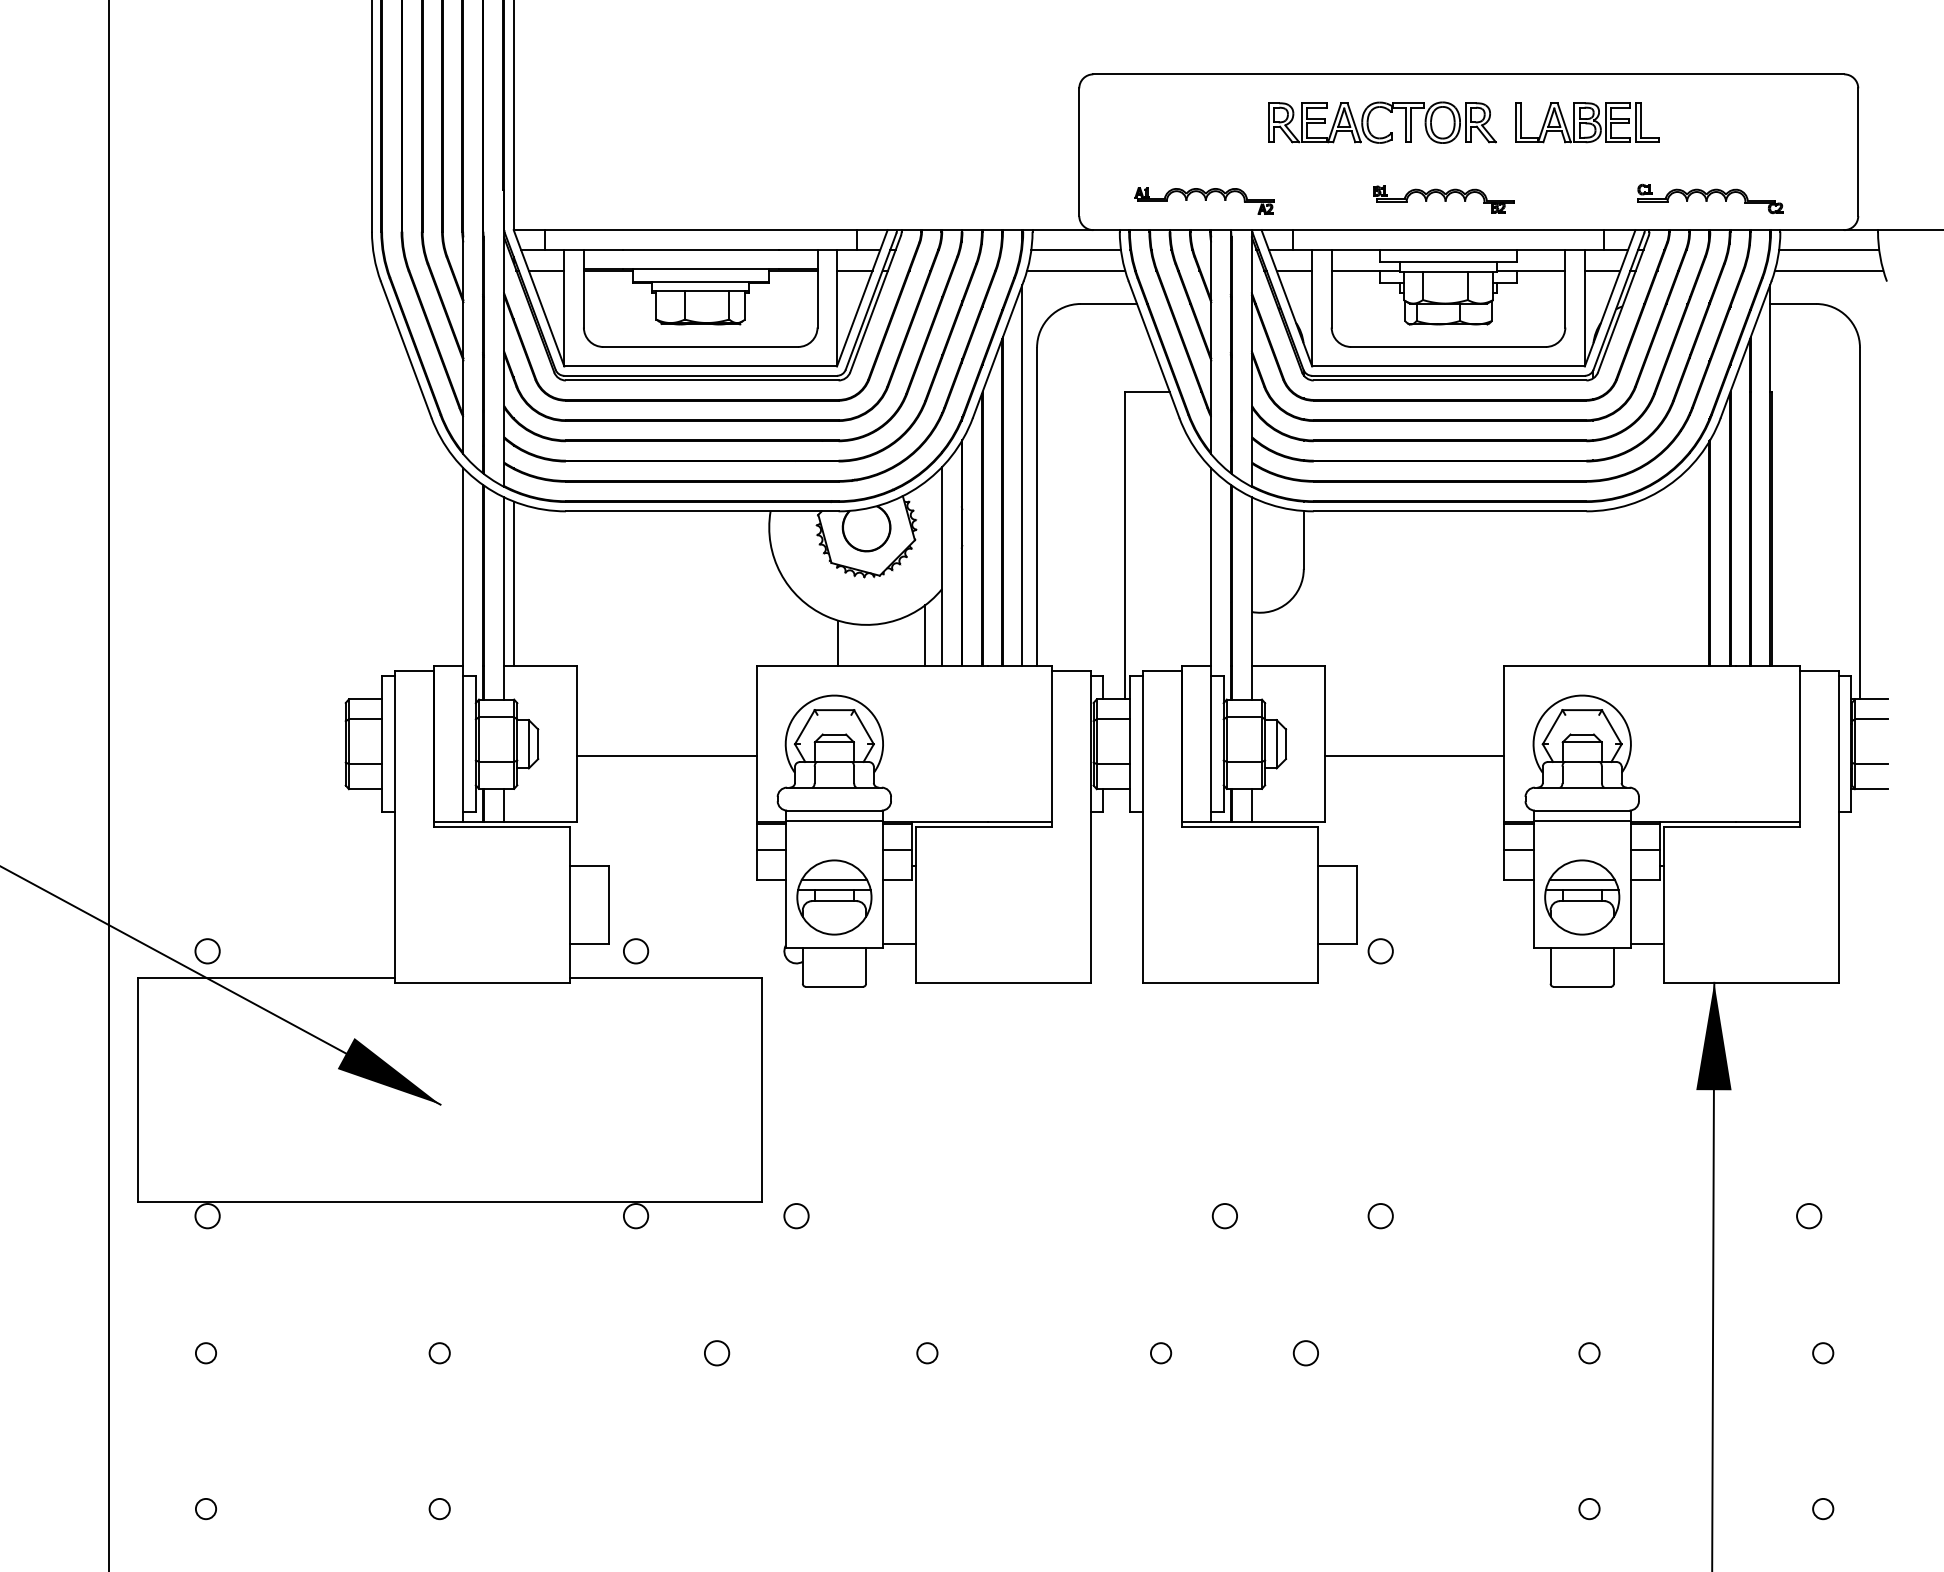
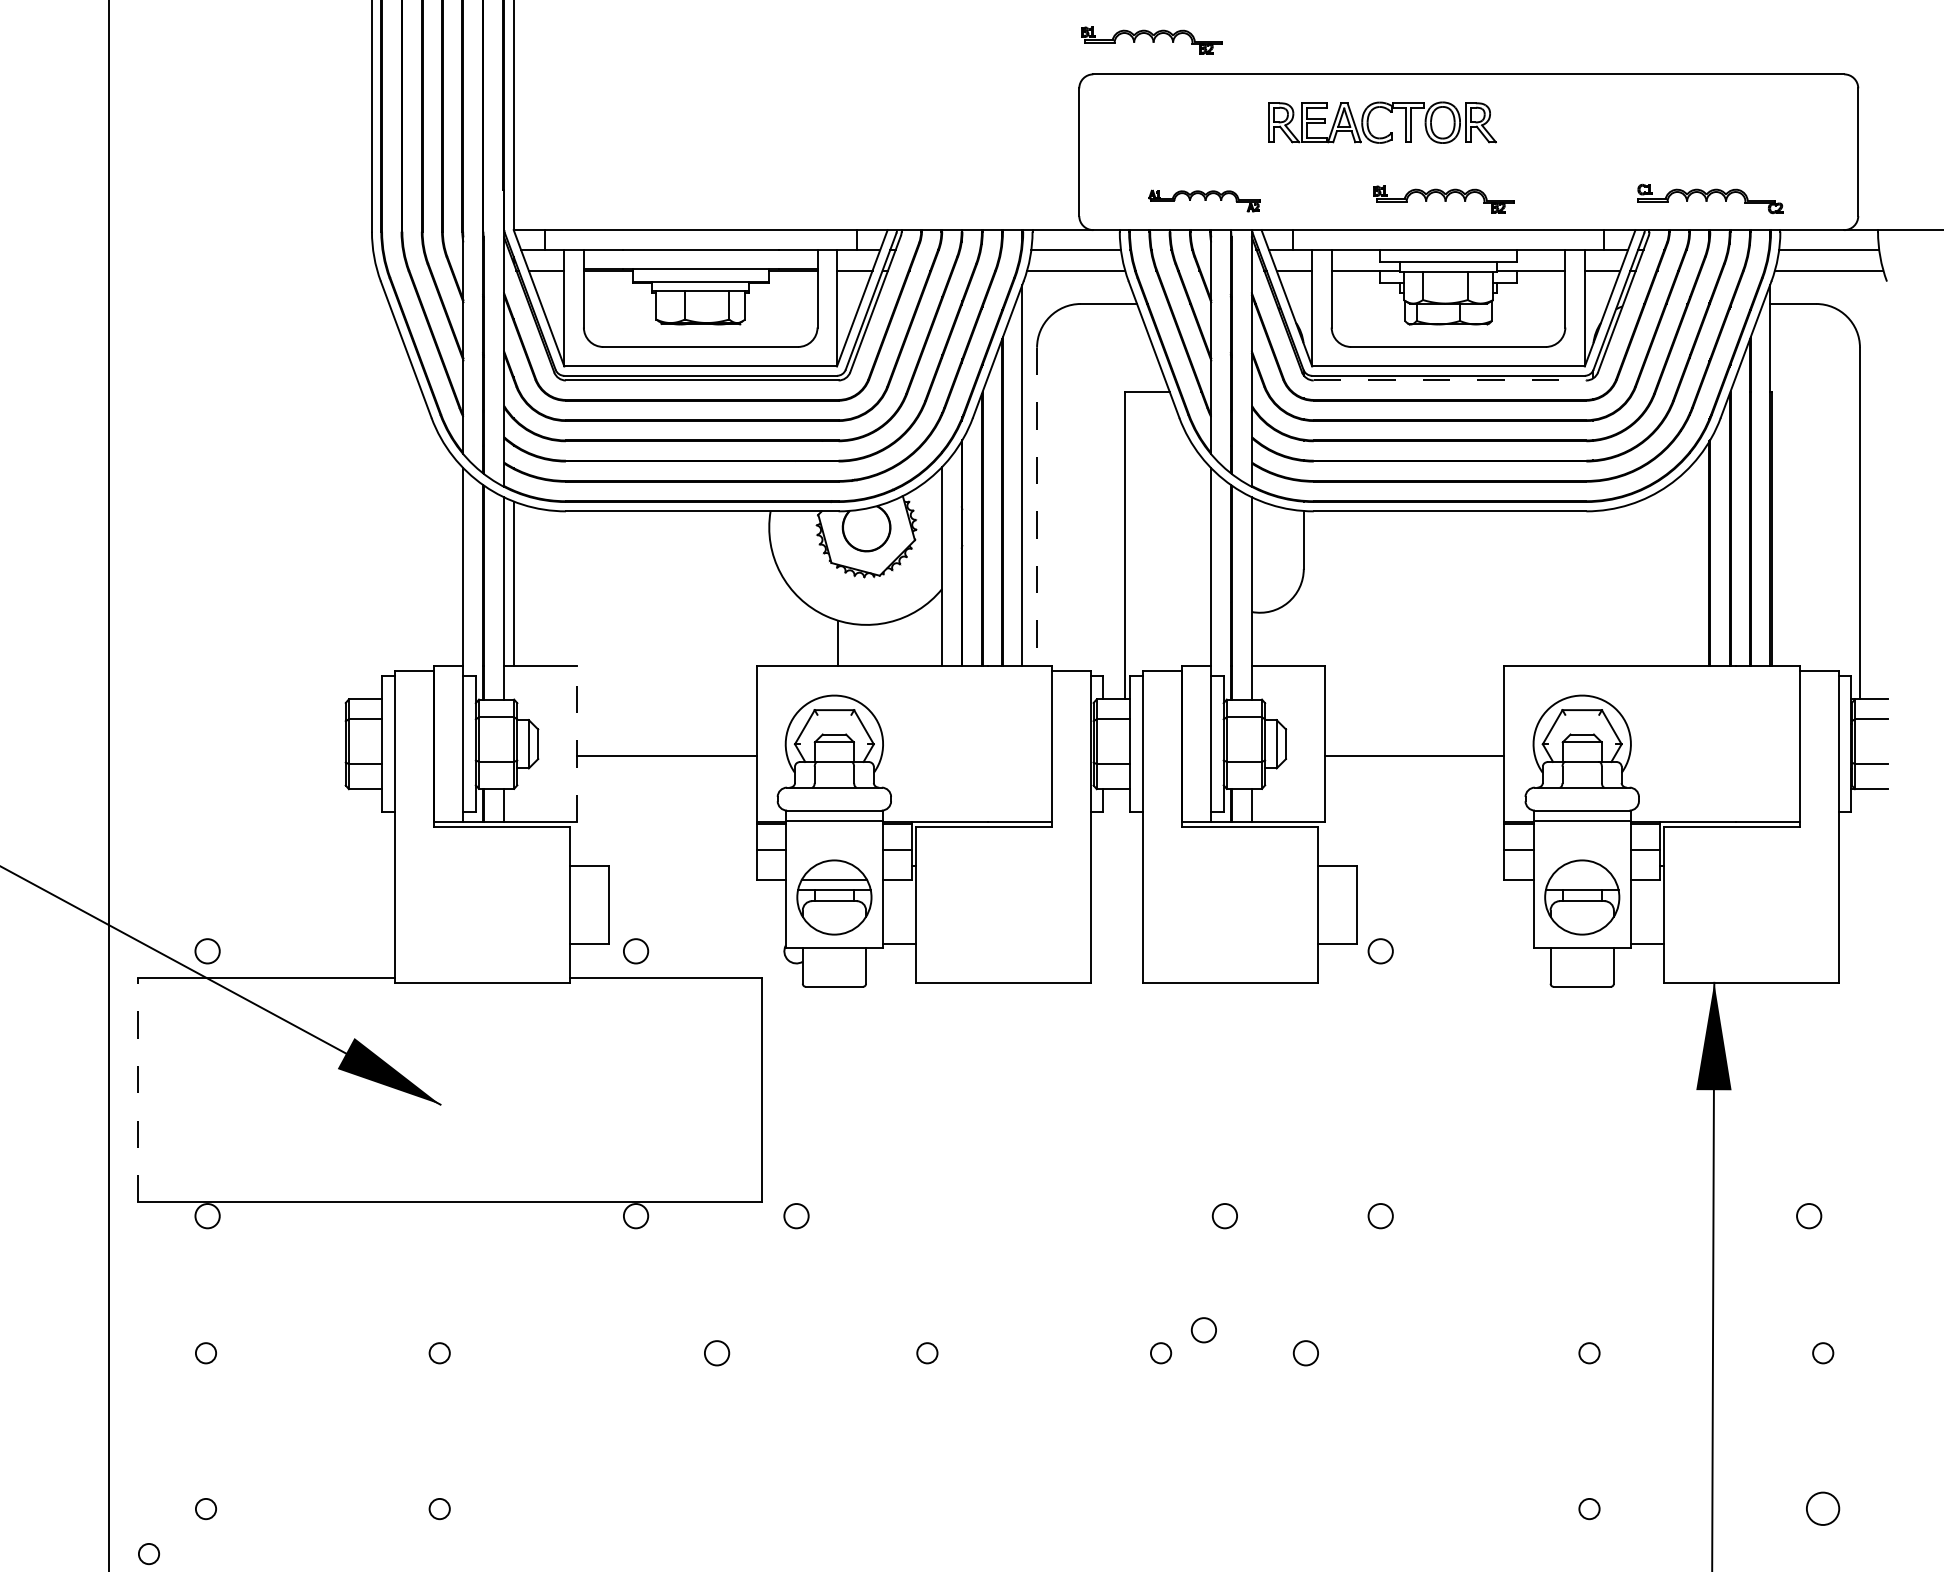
part at (1151, 40): none -> present
part at (1587, 122): present -> none
part at (1204, 200) size: 141x28 px -> 113x24 px
line at (1450, 380): solid -> dashed
line at (1037, 507): solid -> dashed
line at (925, 635): present -> none
line at (577, 744): solid -> dashed
line at (1581, 879): present -> none
line at (138, 1089): solid -> dashed
circle at (1203, 1330): none -> present
circle at (1823, 1509) size: 23x23 px -> 35x35 px
circle at (148, 1554): none -> present
